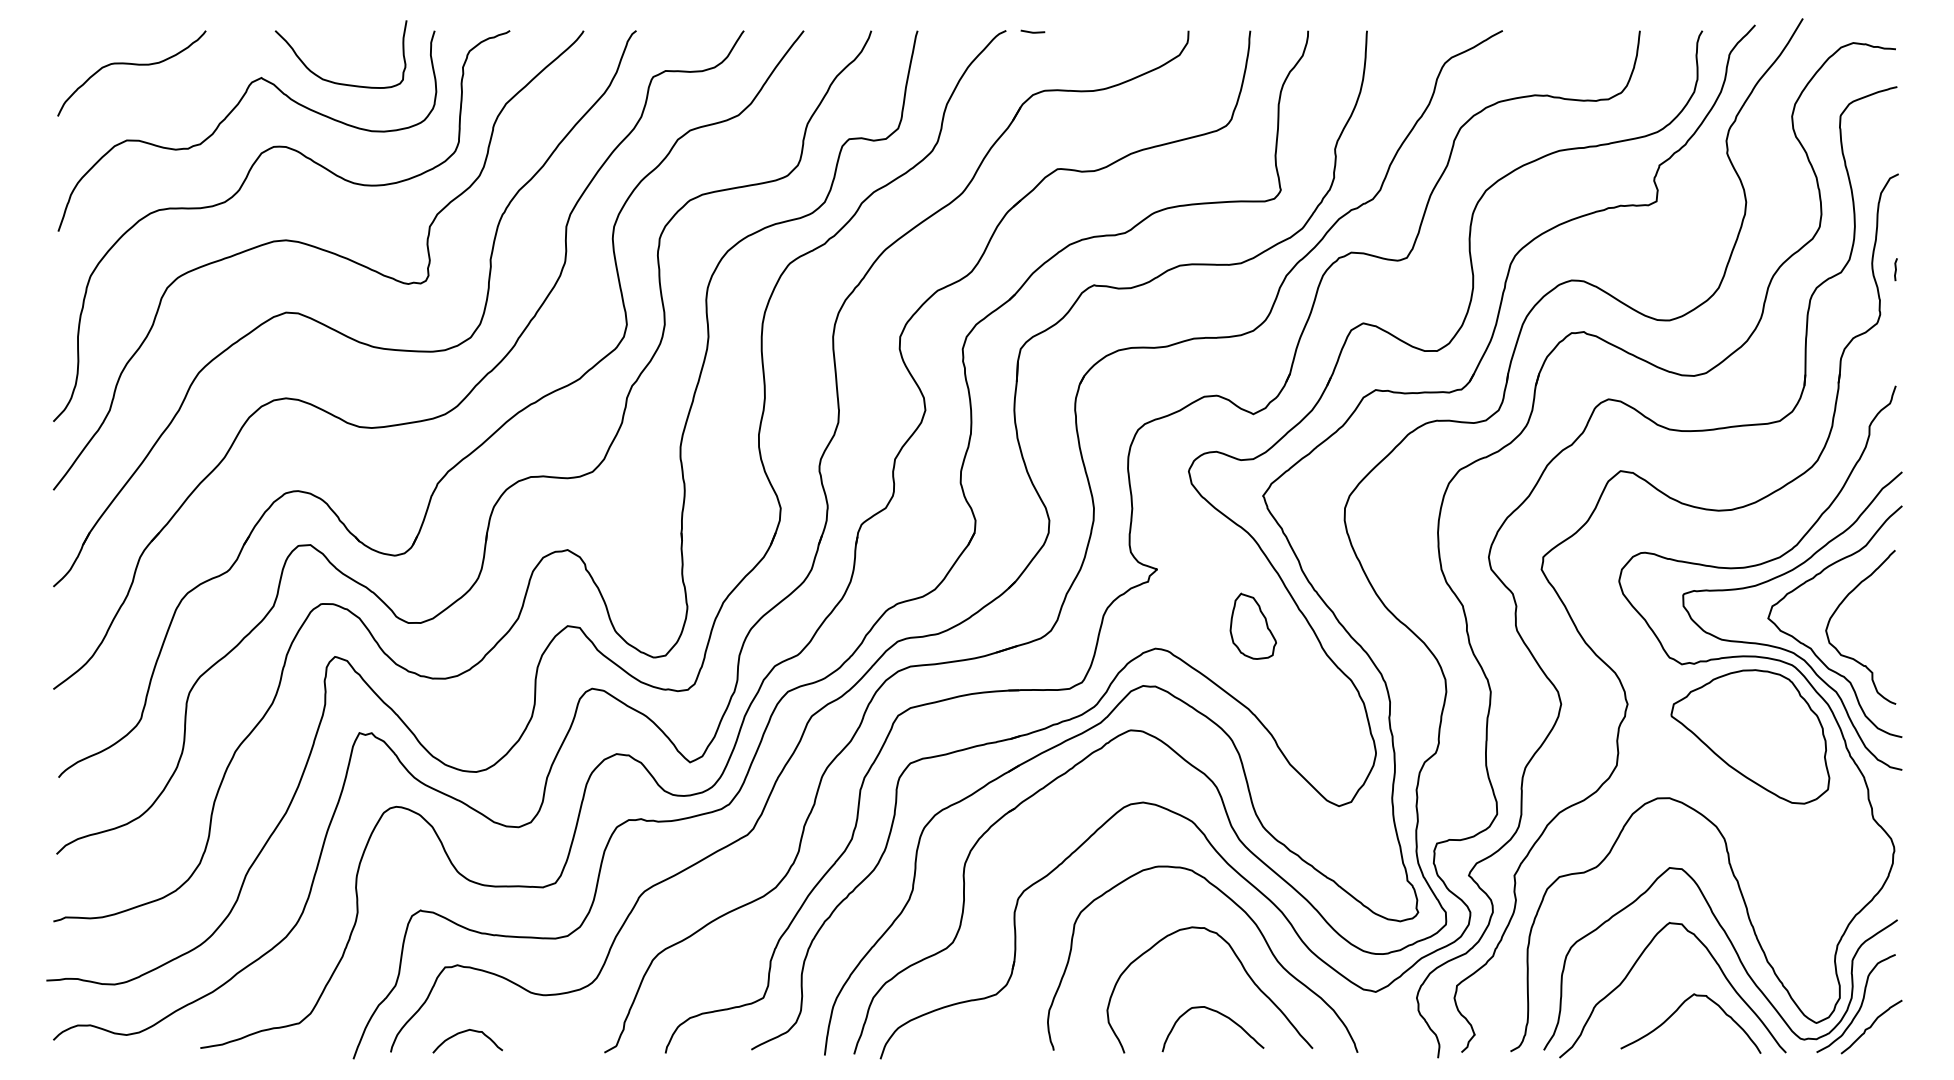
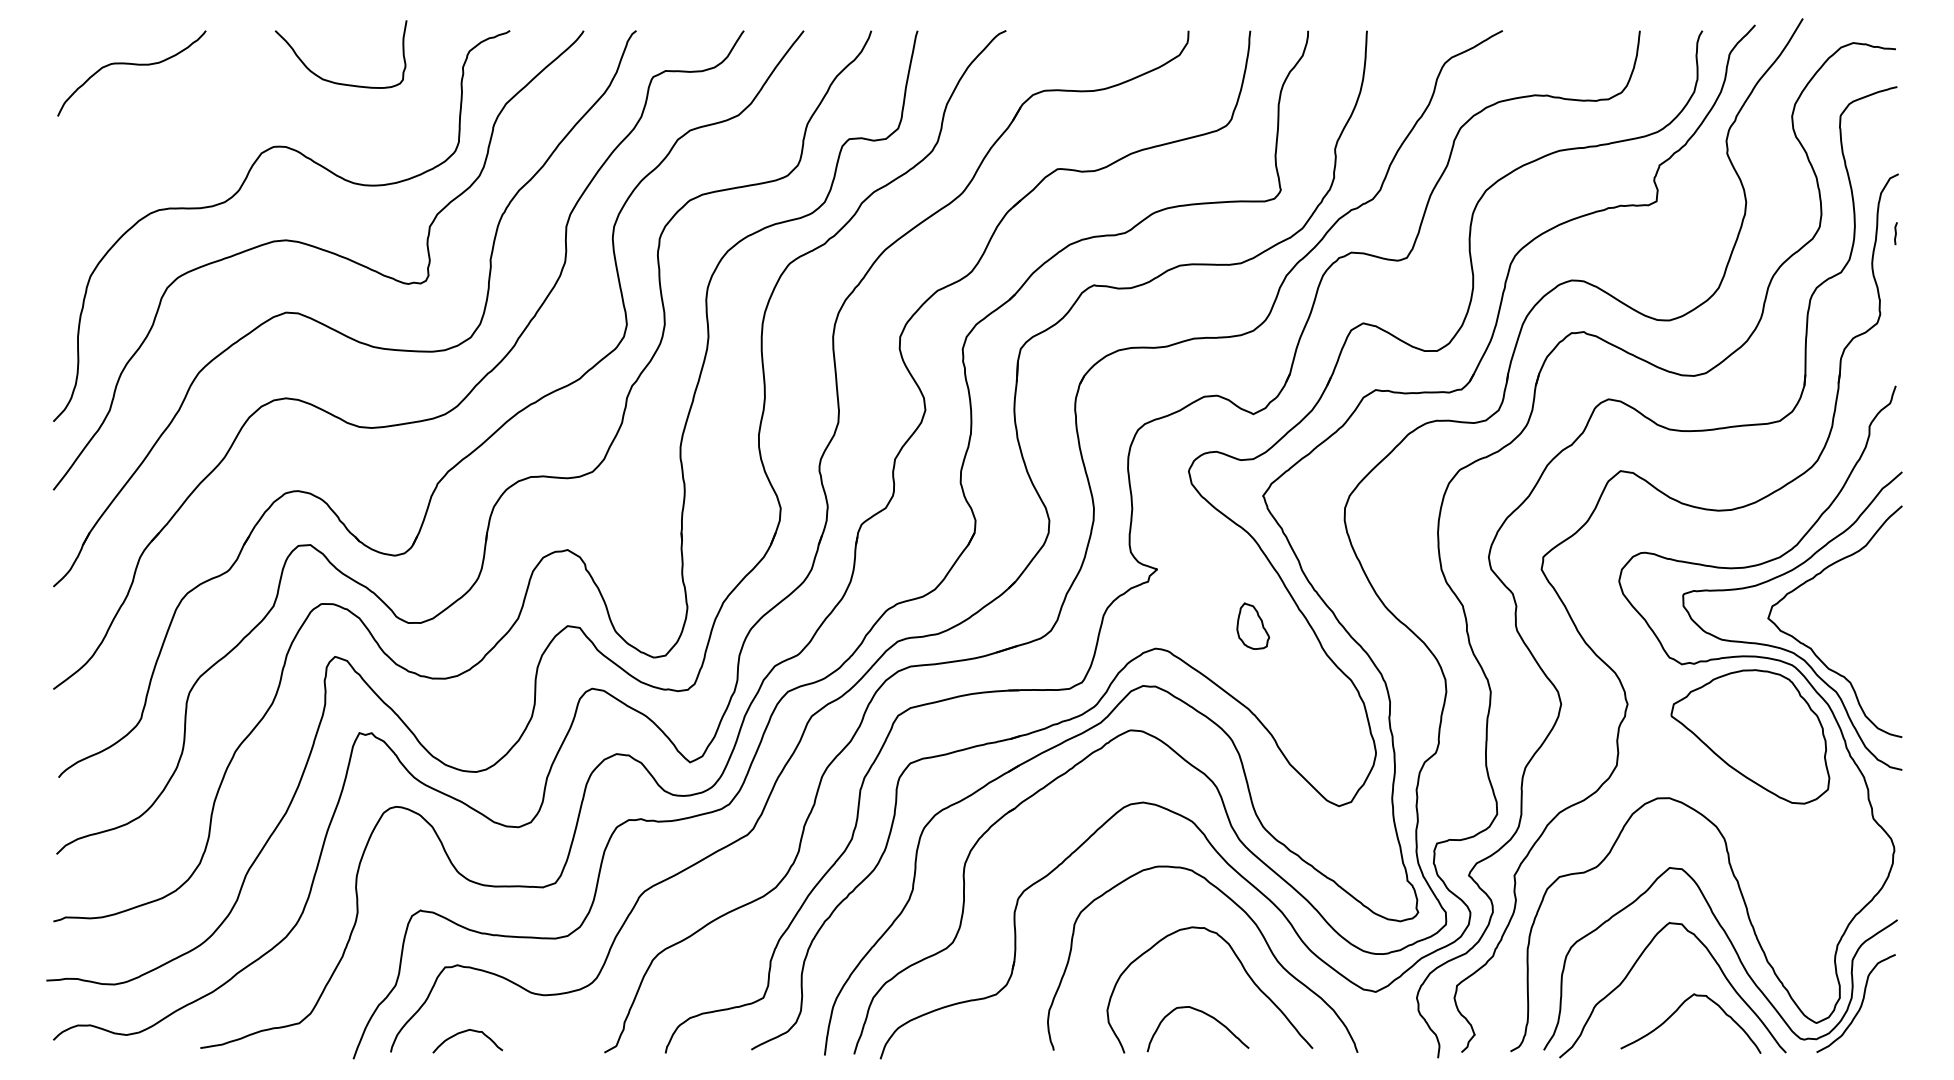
line at (1032, 31): present -> none
curve at (230, 114): present -> none
line at (1895, 269) position: (1895, 269) -> (1895, 233)
curve at (1836, 611): present -> none
part at (1252, 625) size: 48x68 px -> 35x48 px
curve at (1221, 1015) position: (1221, 1015) -> (1206, 1015)
curve at (1871, 1026): present -> none
